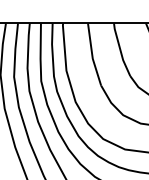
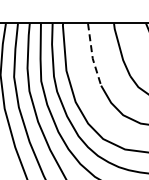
line at (92, 55): solid -> dashed
